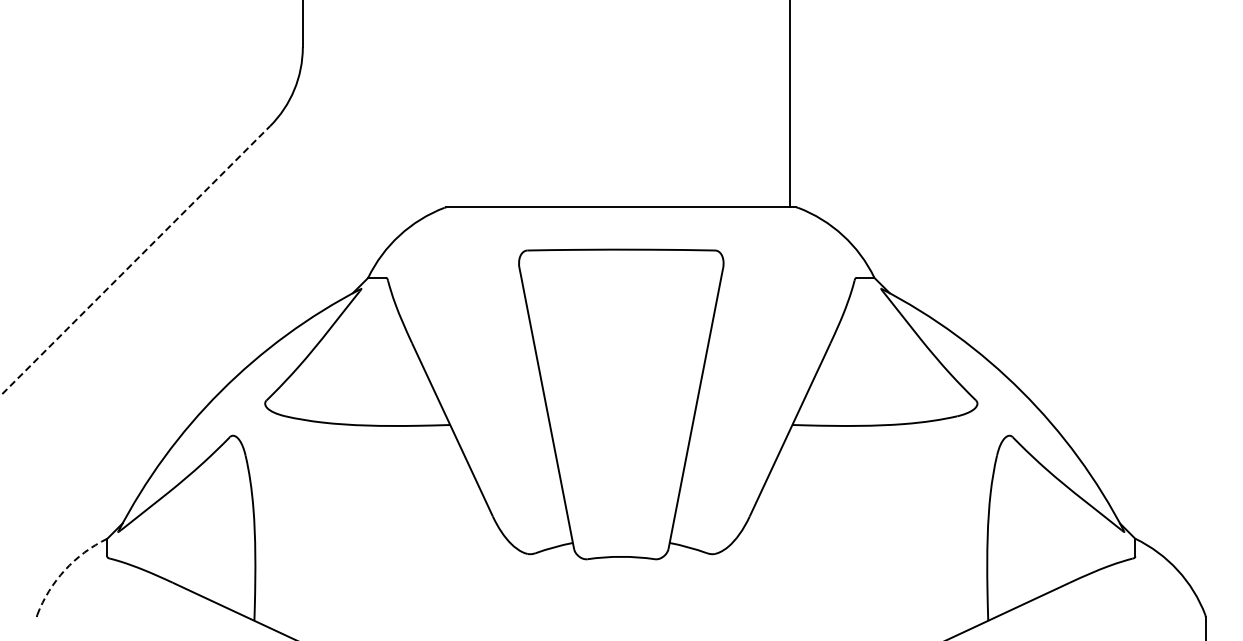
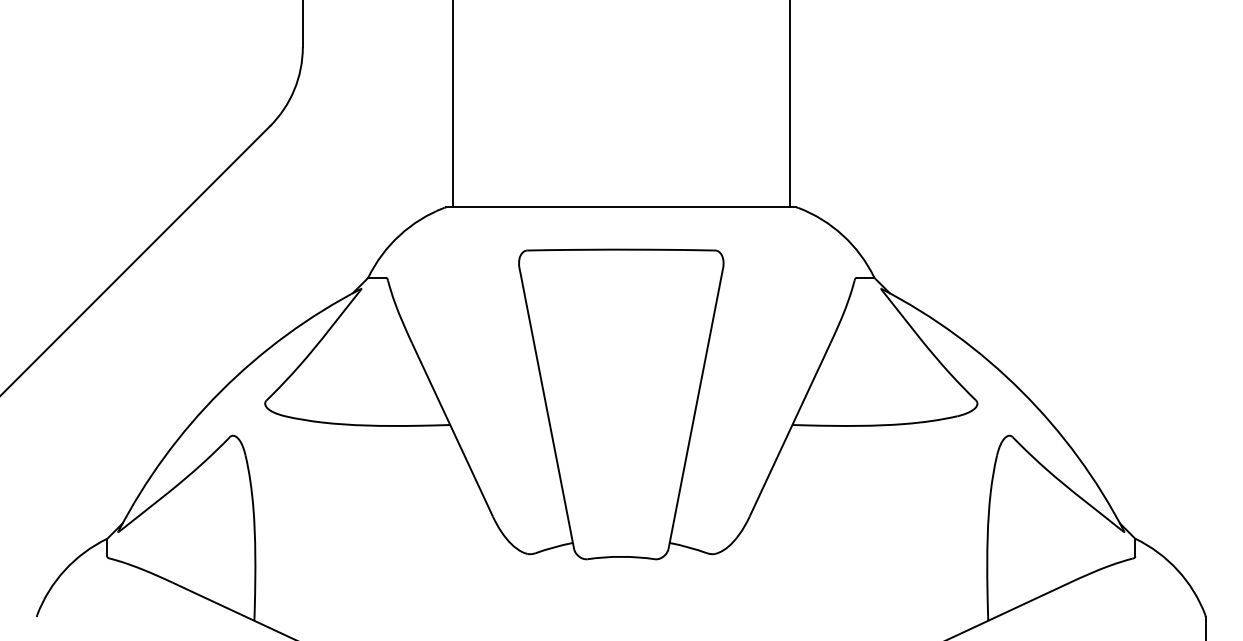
line at (452, 104): none -> present
line at (135, 261): dashed -> solid
arc at (64, 570): dashed -> solid
